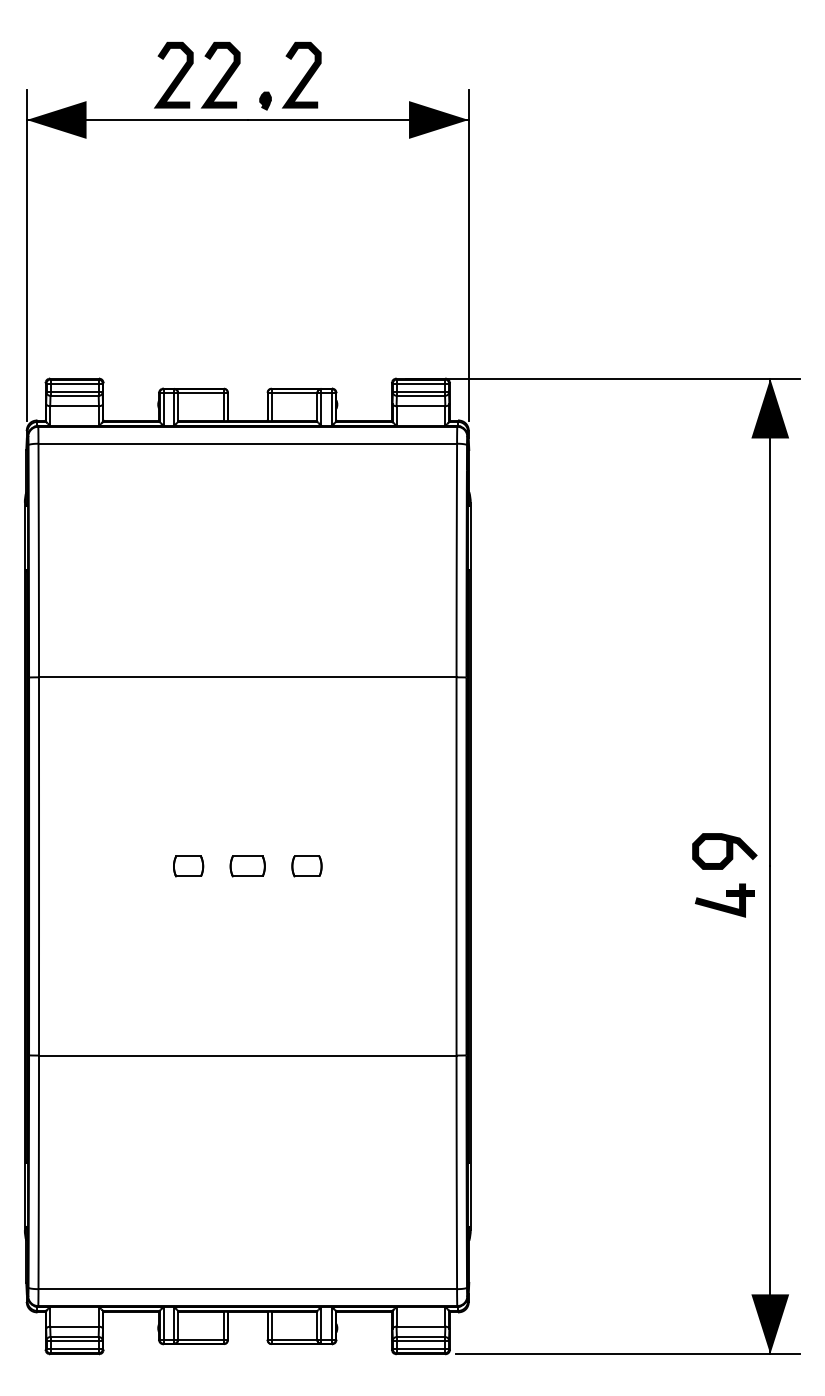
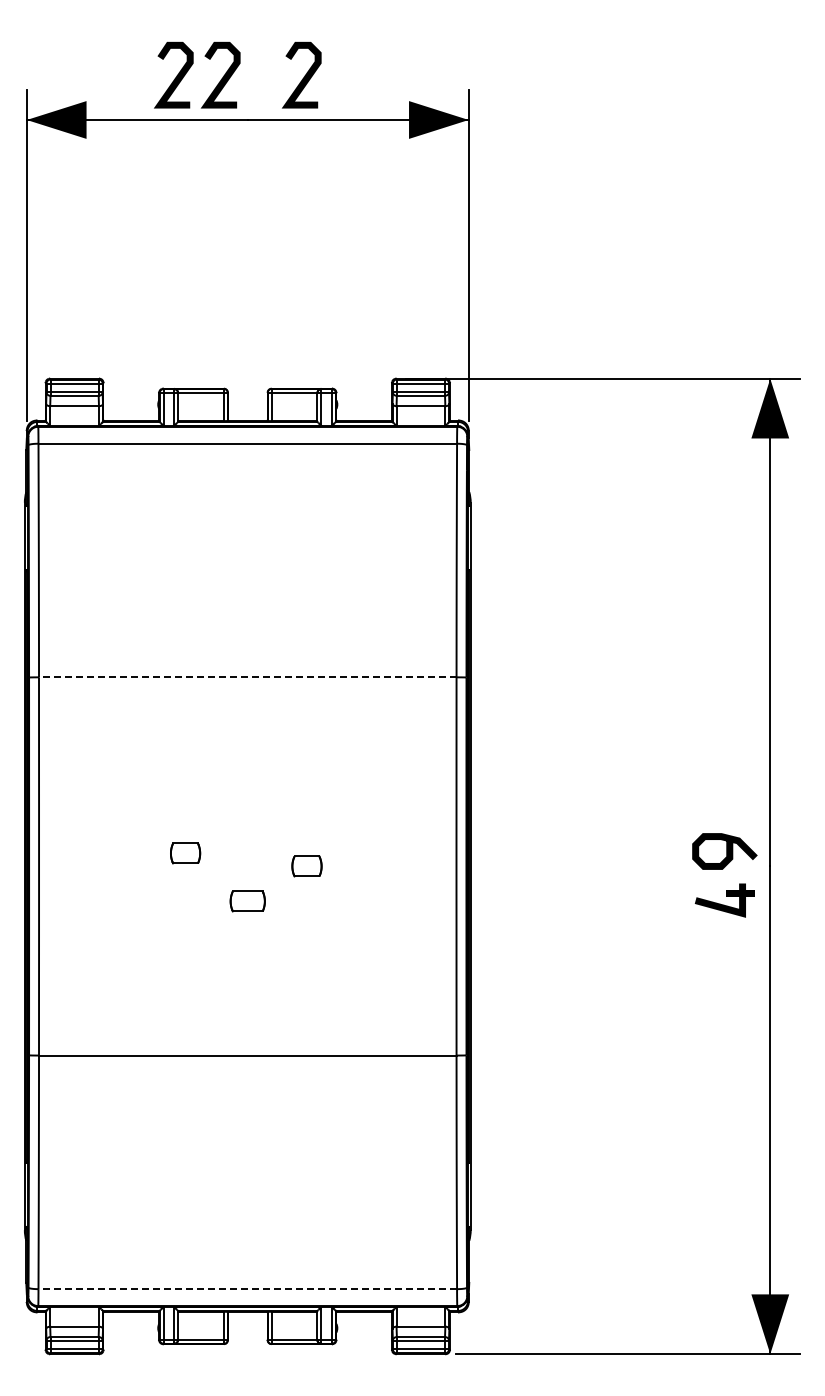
part at (265, 100): present -> none
line at (247, 677): solid -> dashed
part at (188, 866) position: (188, 866) -> (185, 853)
part at (247, 866) position: (247, 866) -> (247, 901)
line at (247, 1289): solid -> dashed
